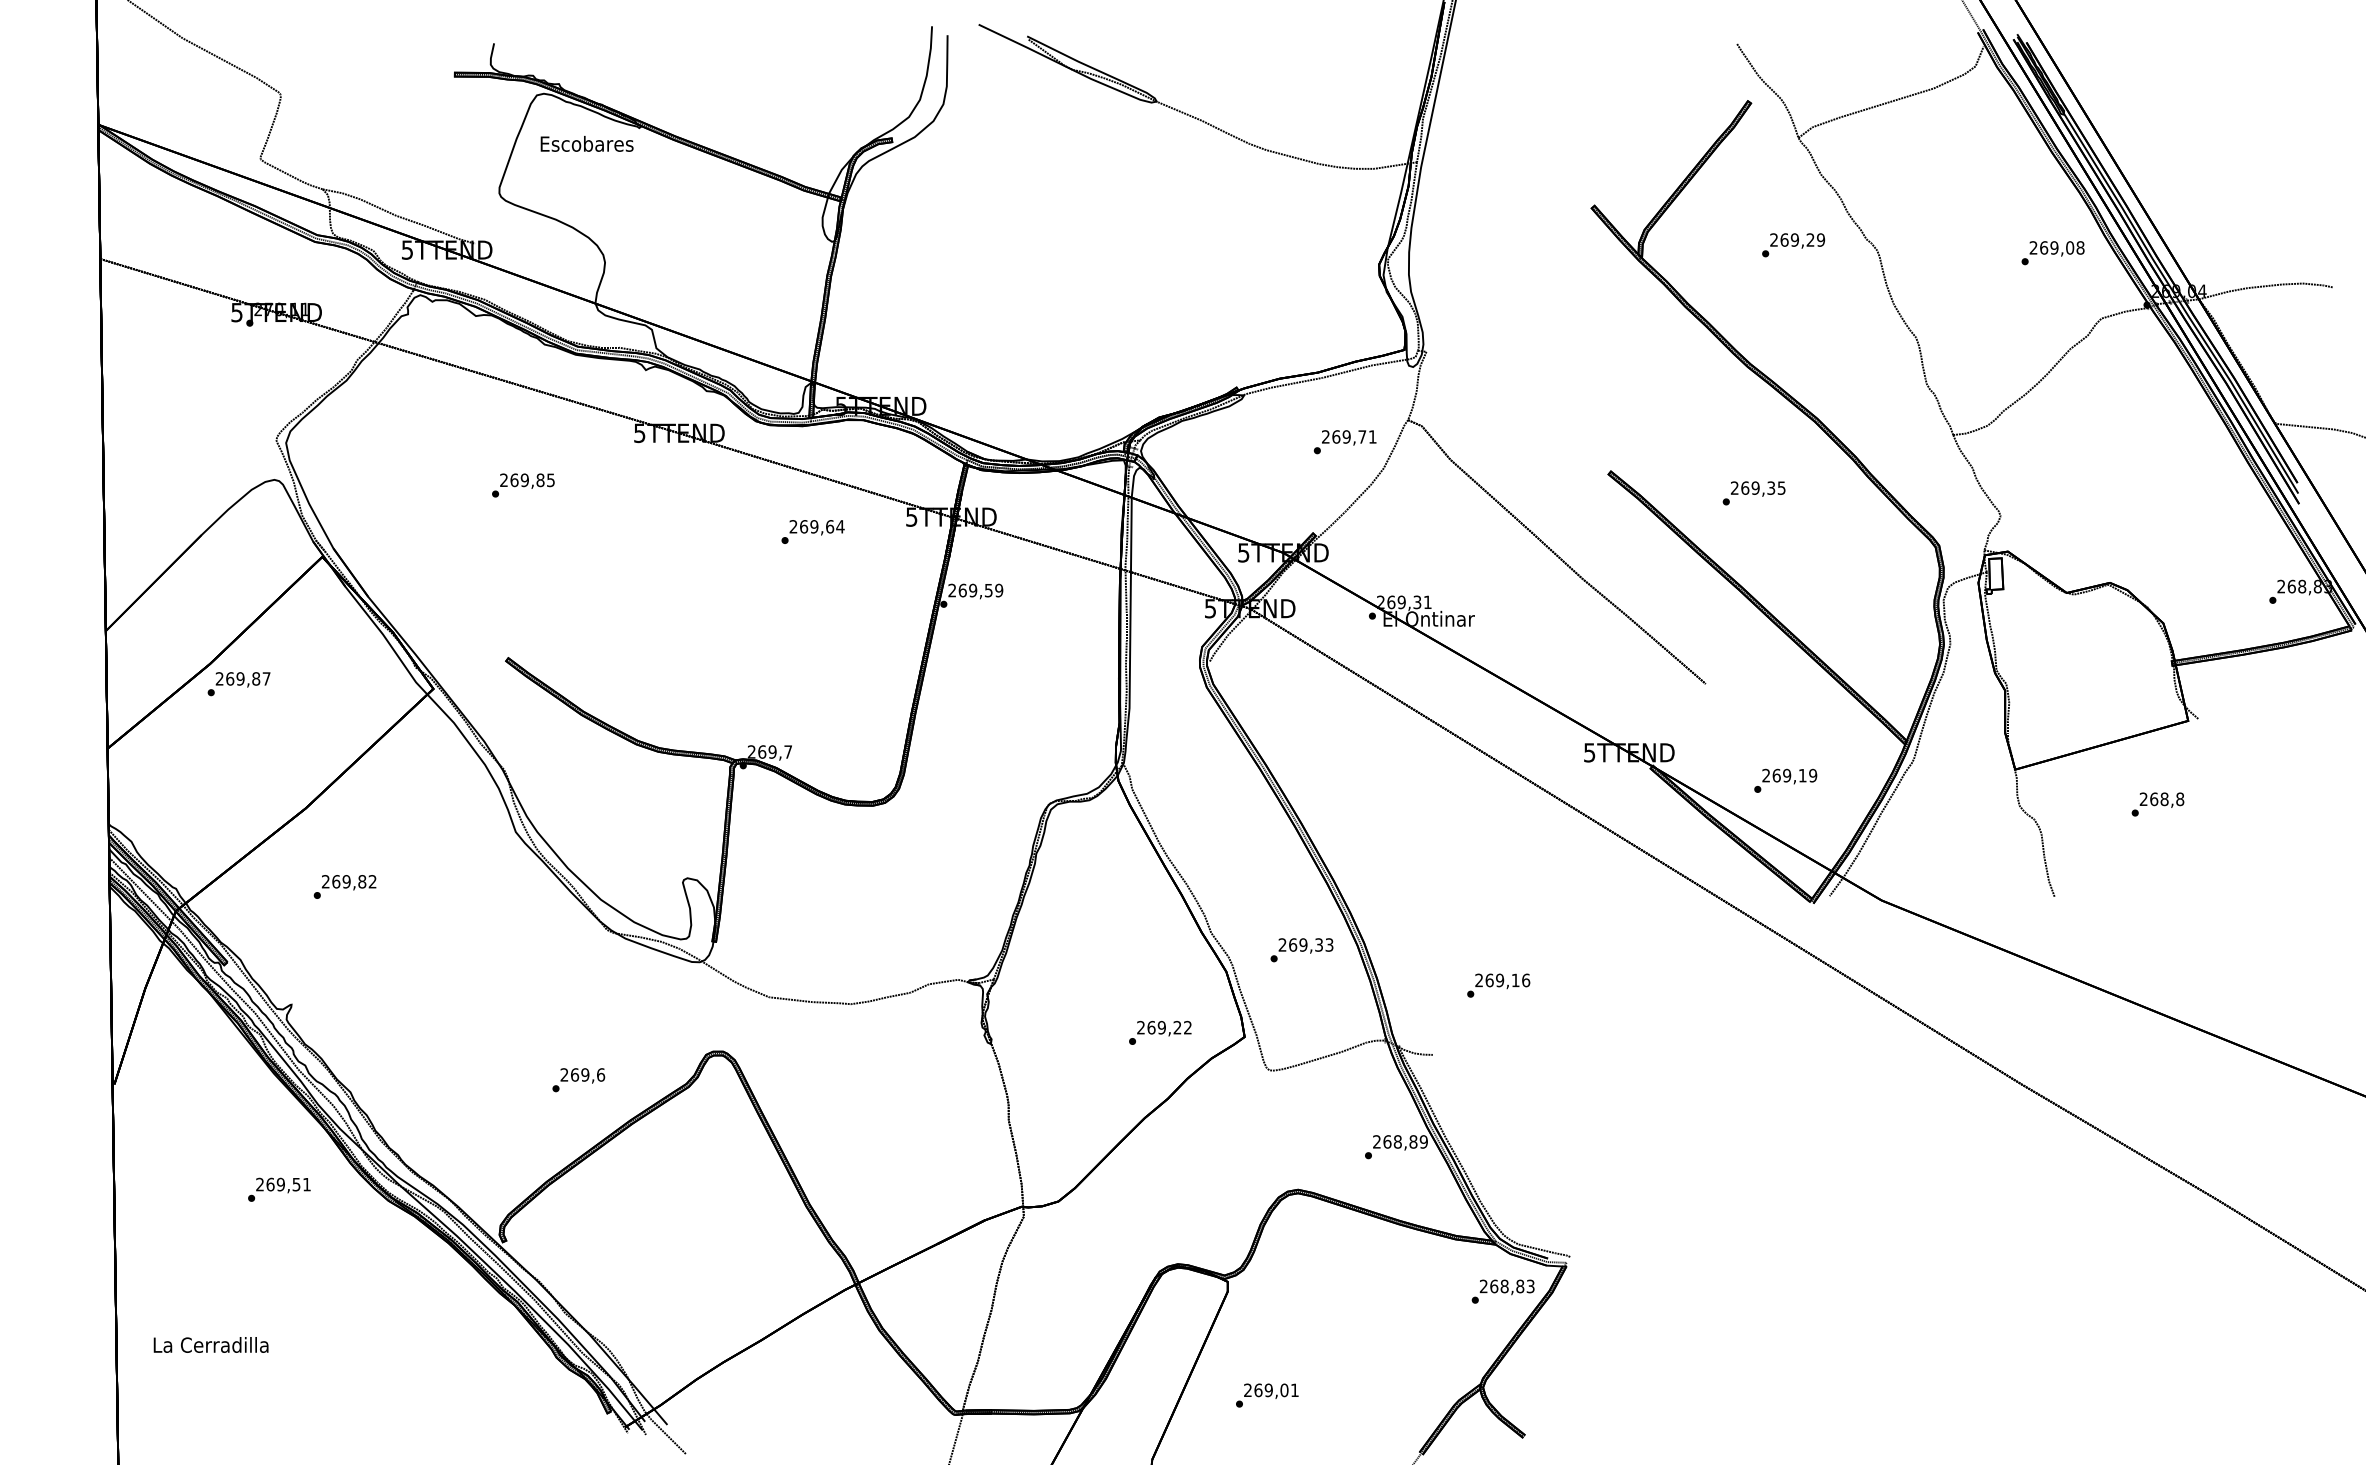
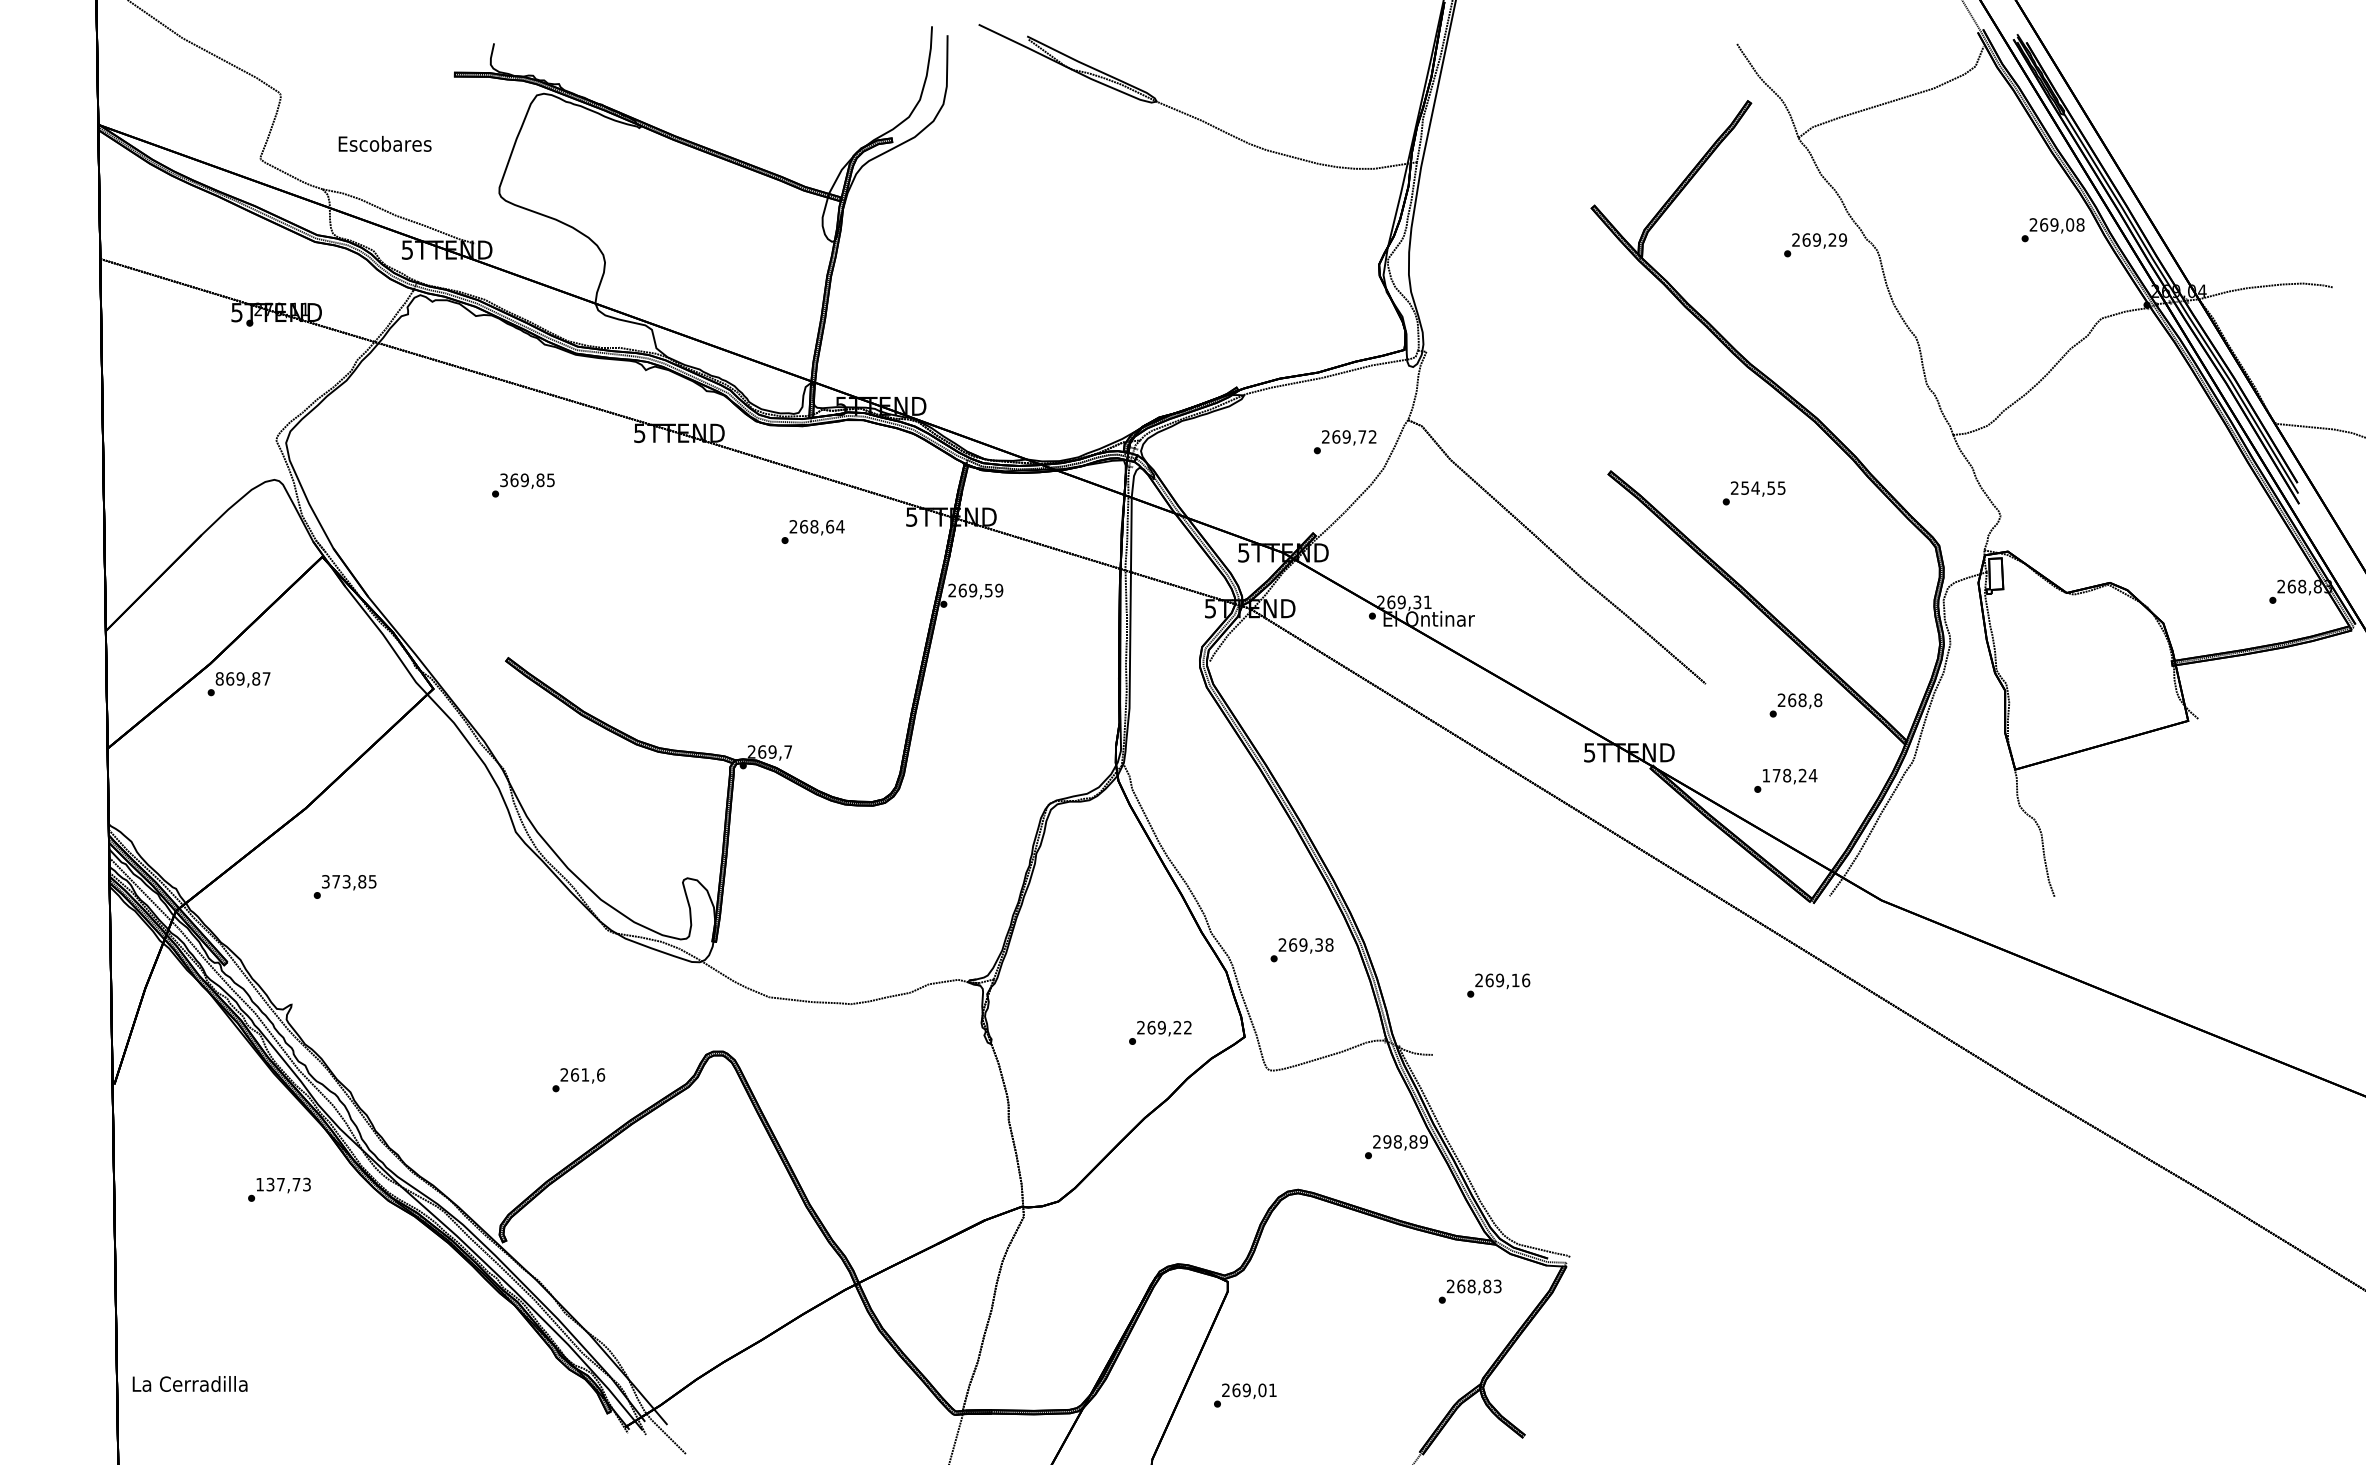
text at (586, 143) position: (586, 143) -> (384, 143)
text at (1793, 245) position: (1793, 245) -> (1815, 245)
text at (2052, 253) position: (2052, 253) -> (2052, 230)
text at (1372, 436): 269,71 -> 269,72
text at (503, 480): 269,85 -> 369,85
text at (1758, 487): 269,35 -> 254,55
text at (814, 526): 269,64 -> 268,64
text at (219, 678): 269,87 -> 869,87
text at (1789, 775): 269,19 -> 178,24
text at (2157, 804) position: (2157, 804) -> (1795, 705)
text at (349, 881): 269,82 -> 373,85
text at (1329, 944): 269,33 -> 269,38
text at (585, 1074): 269,6 -> 261,6
text at (1387, 1141): 268,89 -> 298,89
text at (283, 1184): 269,51 -> 137,73
text at (1502, 1291) position: (1502, 1291) -> (1469, 1291)
text at (210, 1344) position: (210, 1344) -> (189, 1383)
text at (1267, 1395) position: (1267, 1395) -> (1245, 1395)
